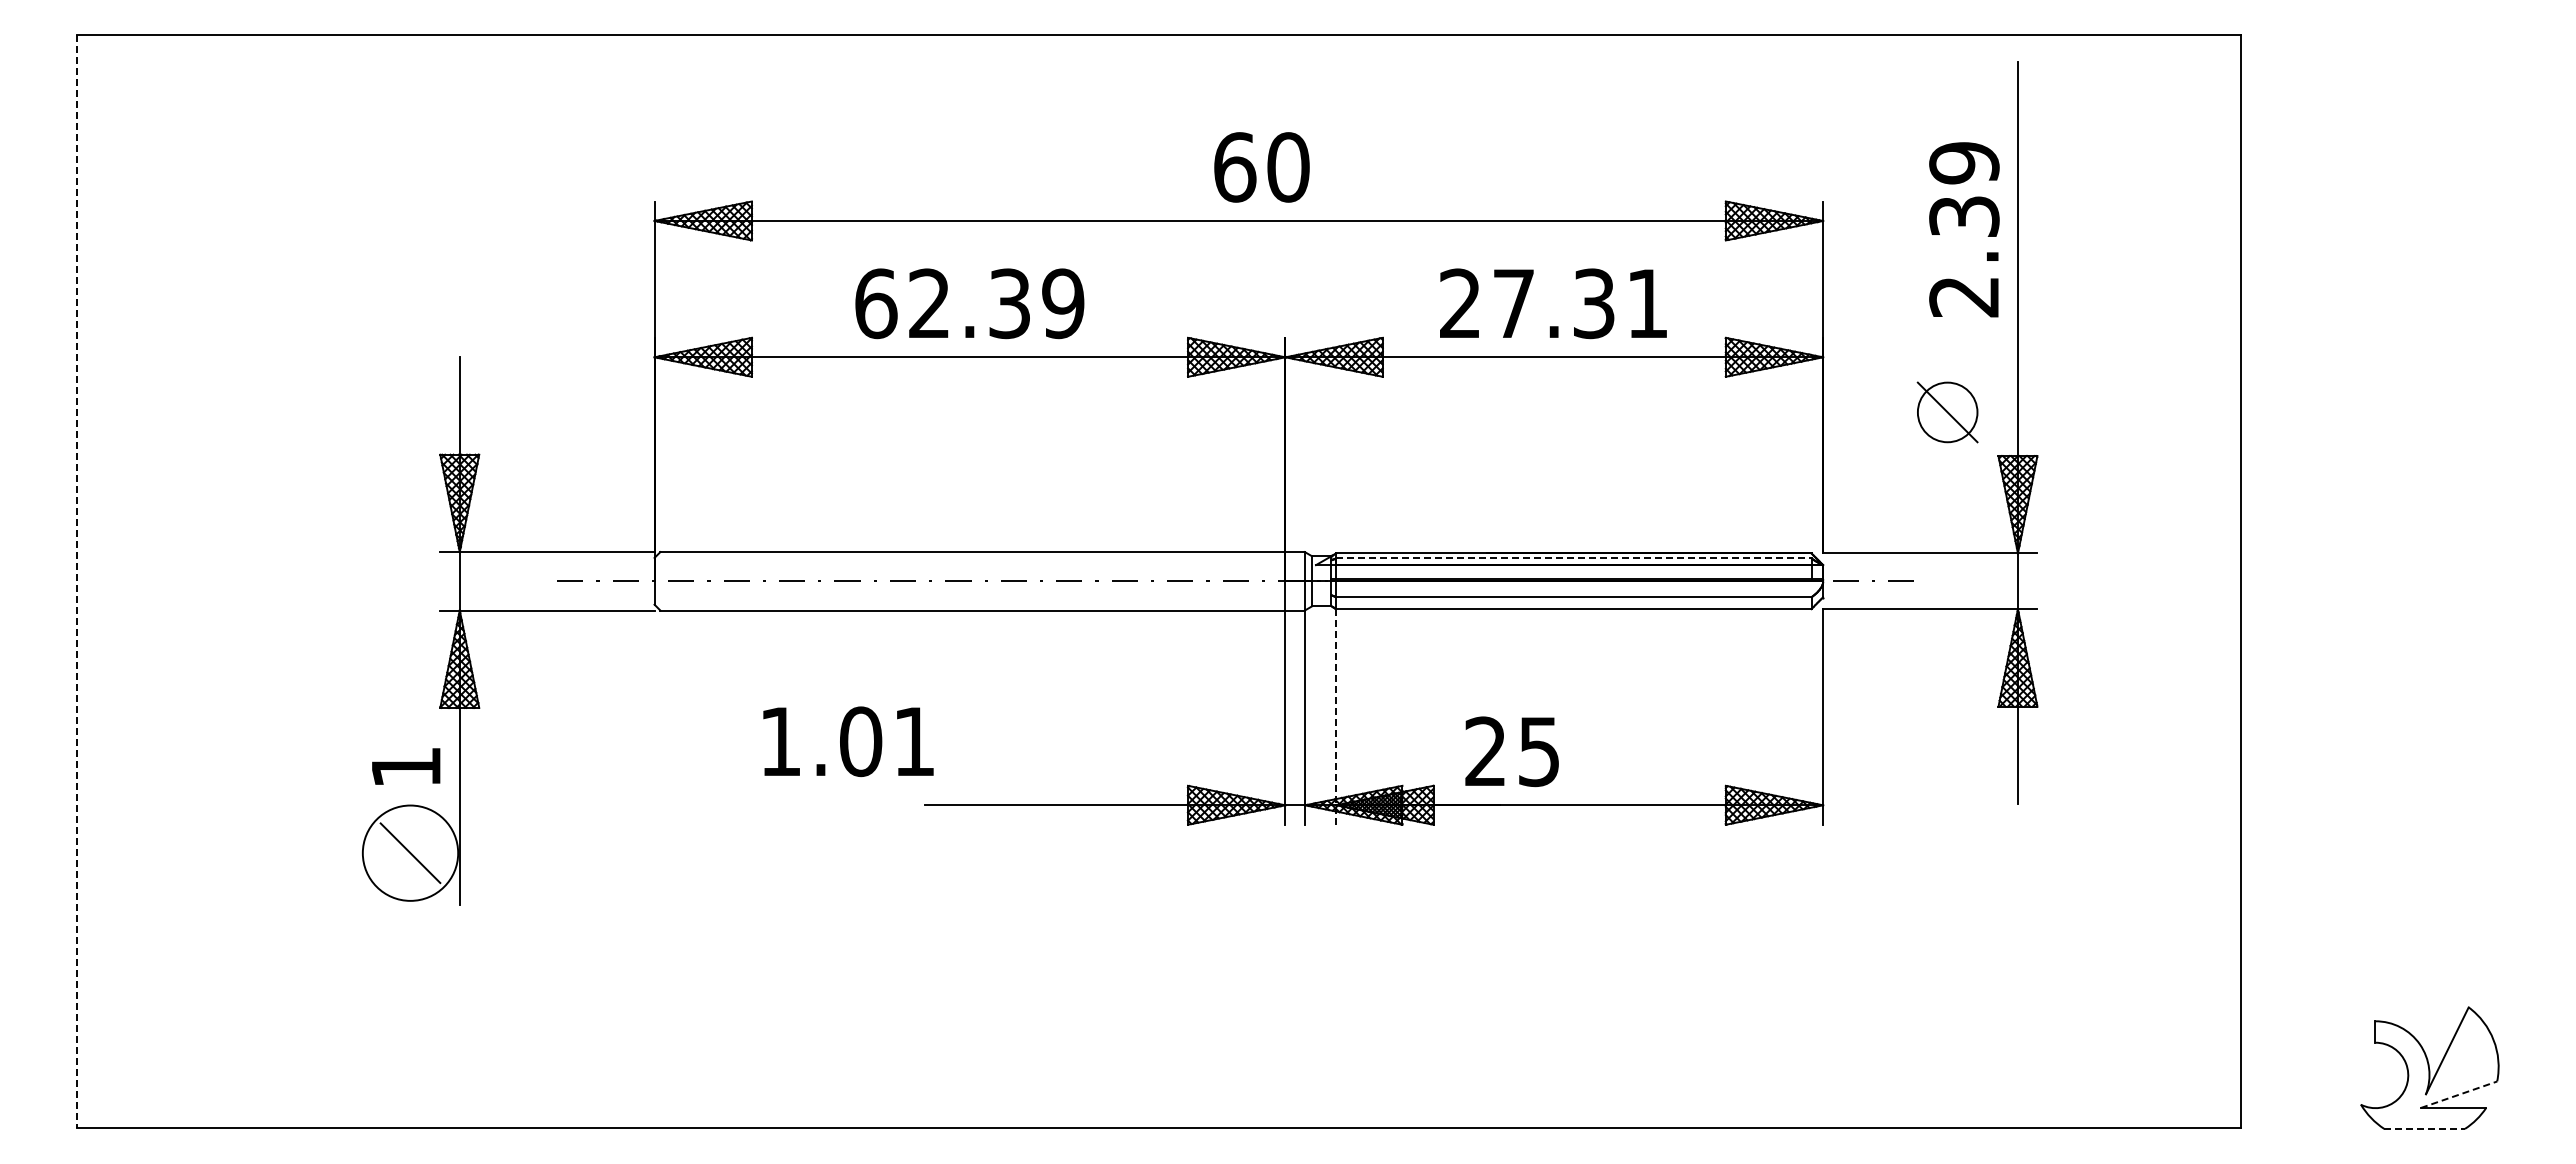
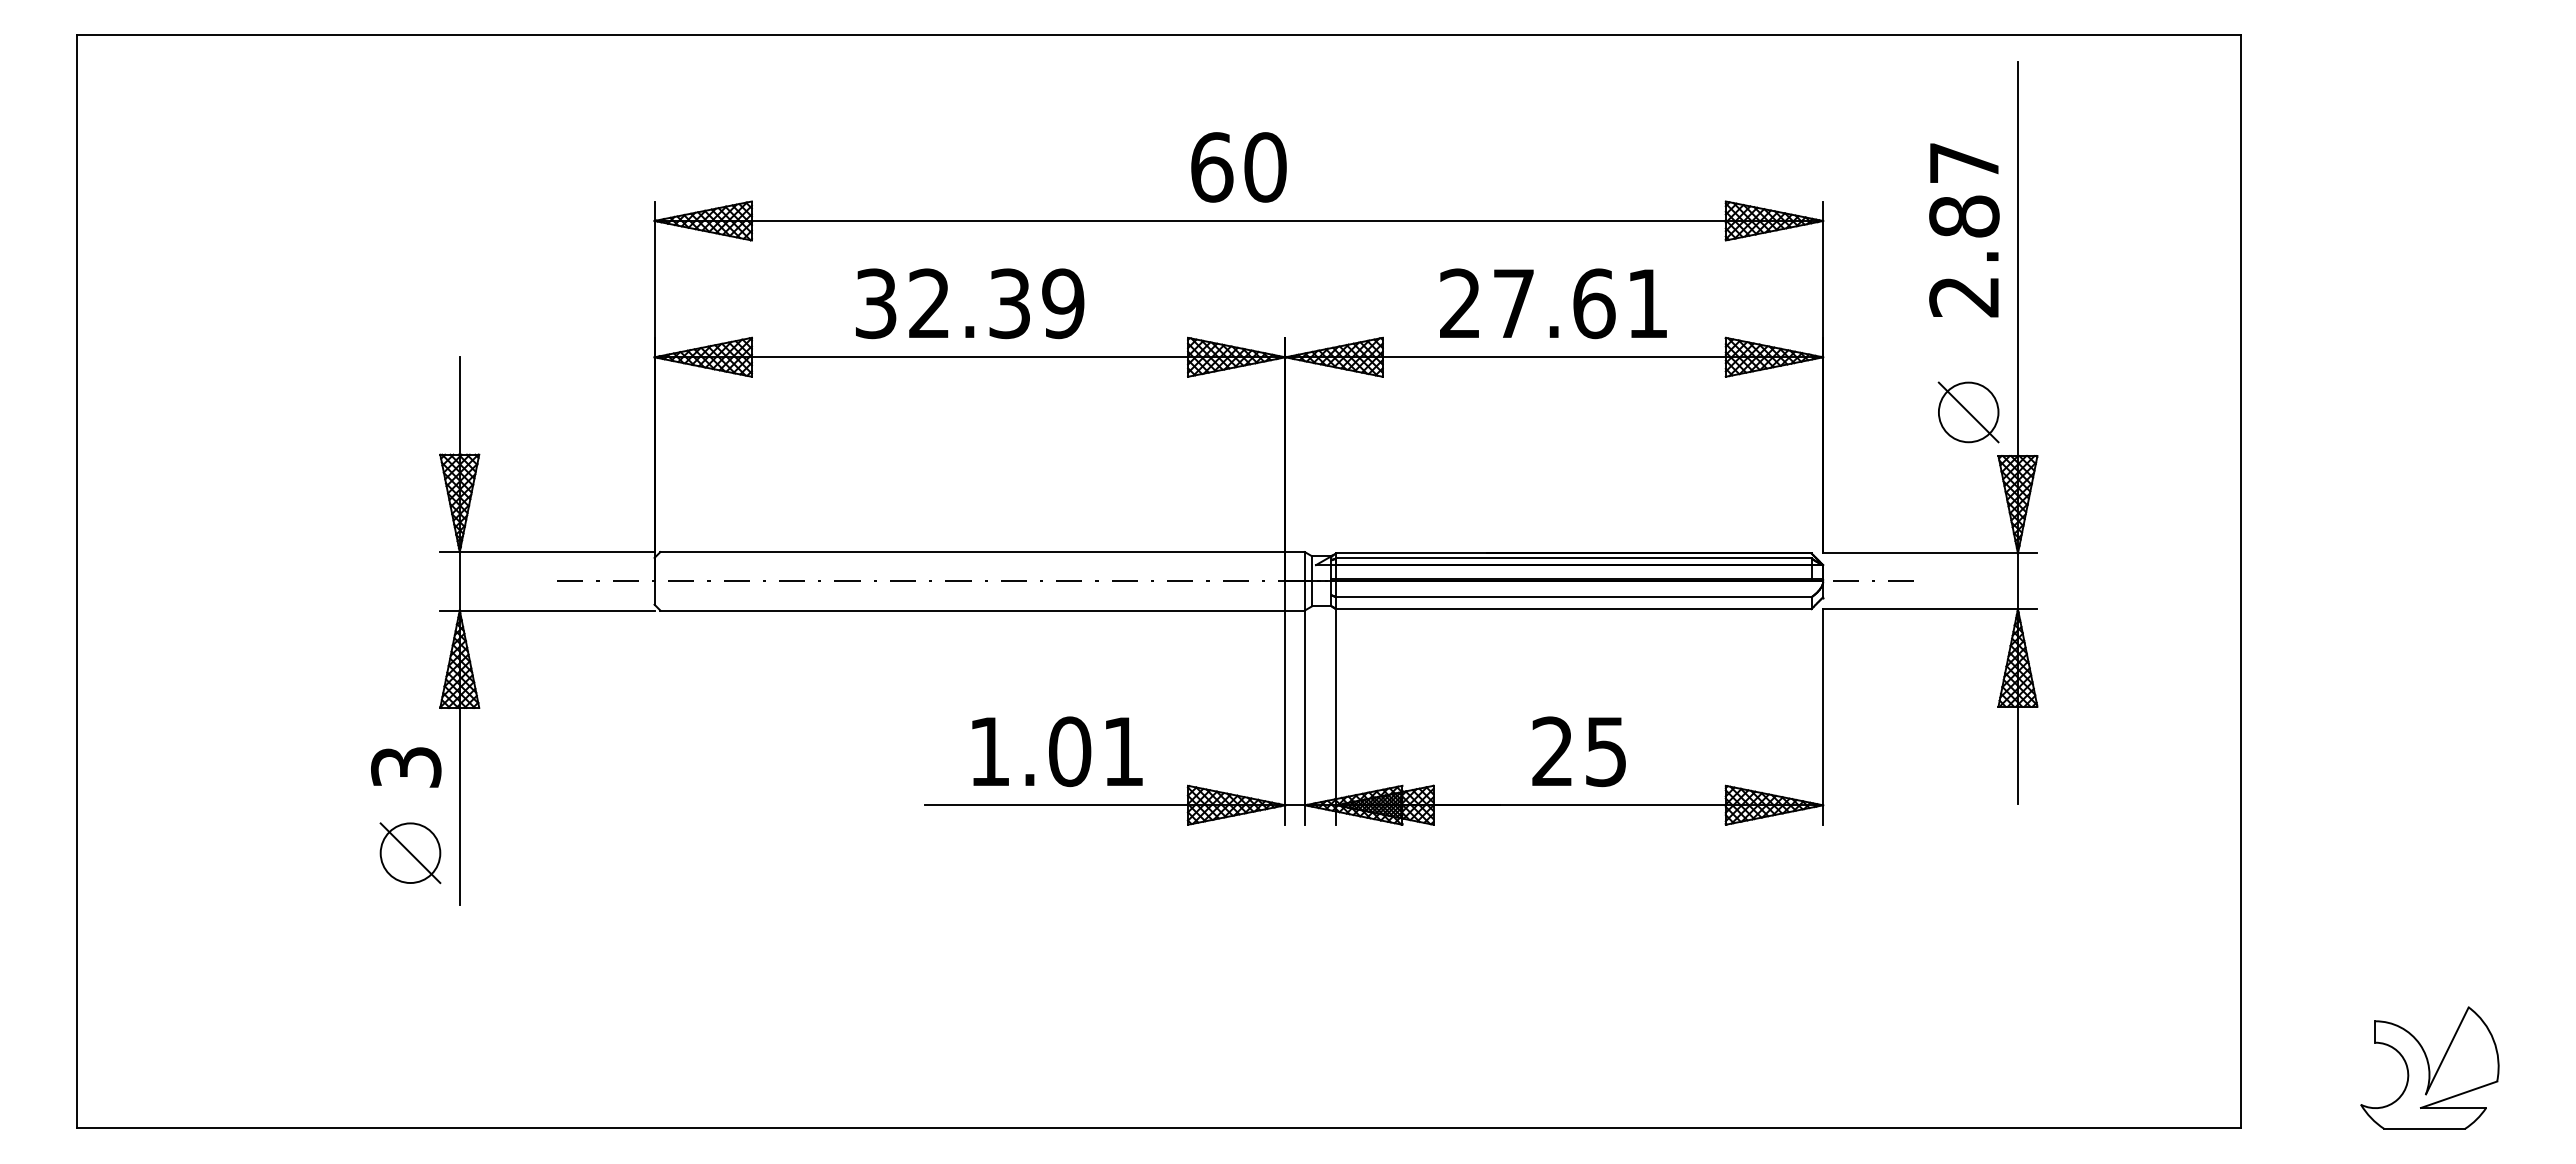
text at (1261, 167) position: (1261, 167) -> (1238, 167)
text at (1964, 189): 2.39 -> 2.87
text at (876, 303): 62.39 -> 32.39
text at (1594, 303): 27.31 -> 27.61
part at (1947, 412) position: (1947, 412) -> (1968, 412)
line at (1573, 558): dashed -> solid
line at (77, 581): dashed -> solid
line at (1336, 717): dashed -> solid
text at (848, 741) position: (848, 741) -> (1057, 751)
text at (1511, 751) position: (1511, 751) -> (1578, 751)
text at (406, 767): 1 -> 3
circle at (410, 852) diameter: 95 px -> 60 px
line at (2459, 1094): dashed -> solid
line at (2425, 1129): dashed -> solid
